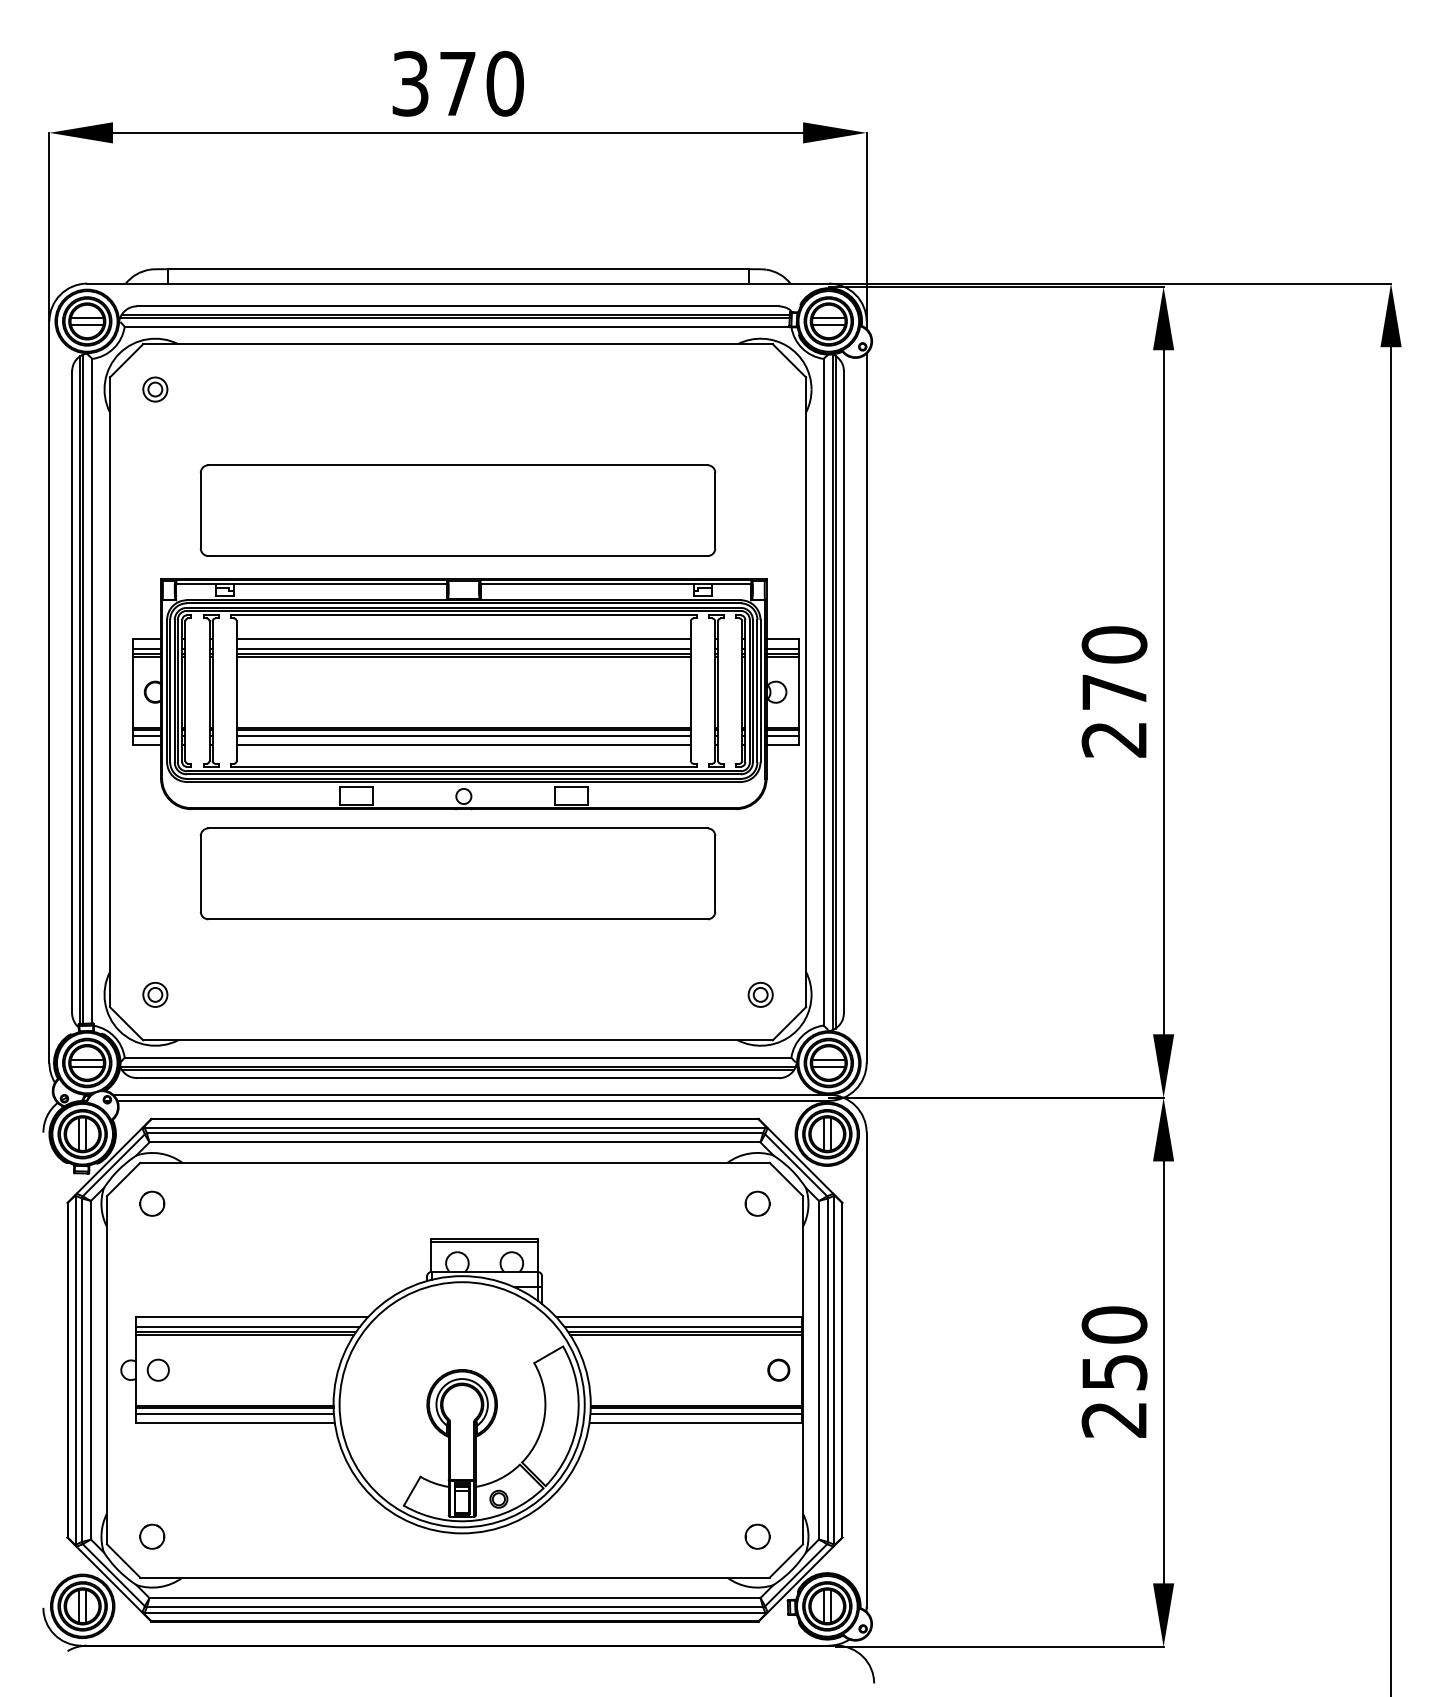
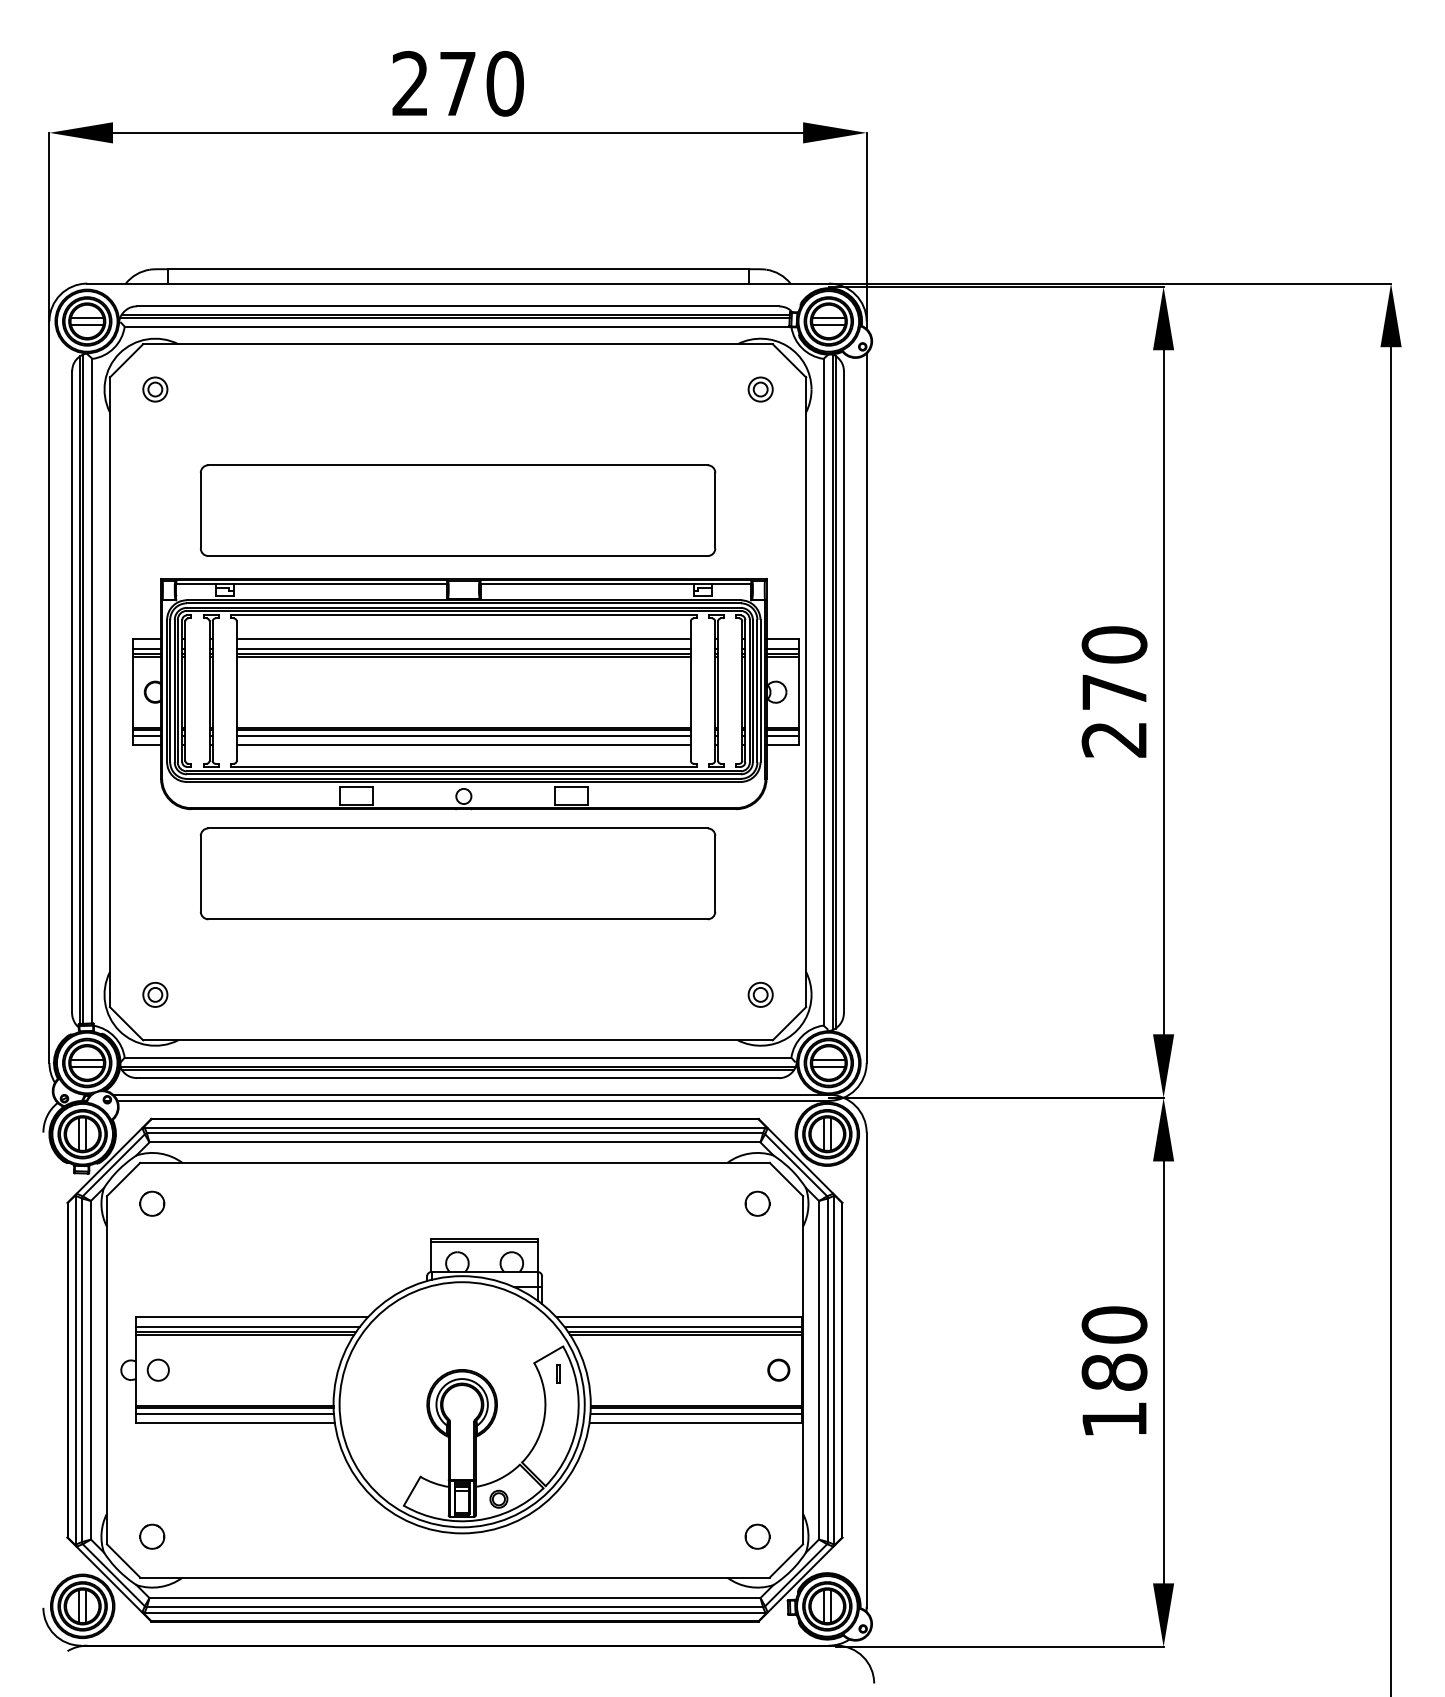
text at (410, 83): 370 -> 270
part at (760, 389): none -> present
line at (557, 1373): none -> present
text at (1114, 1395): 250 -> 180
